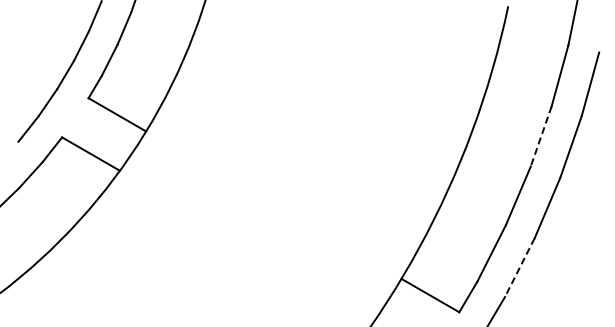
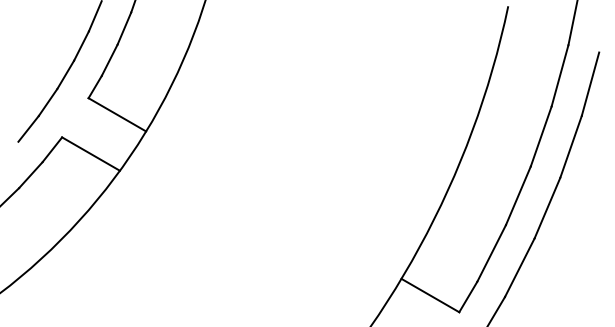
line at (541, 136): dashed -> solid
line at (519, 267): dashed -> solid
